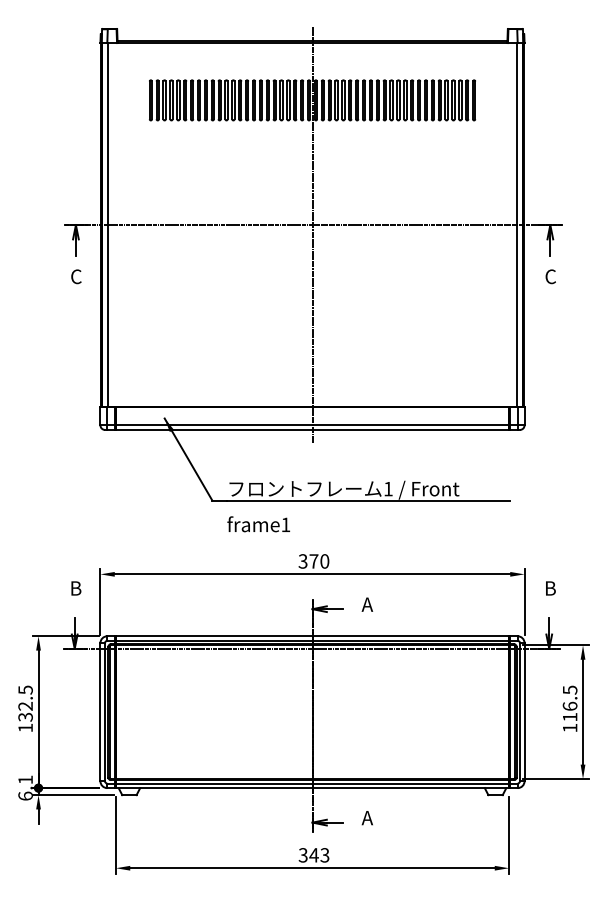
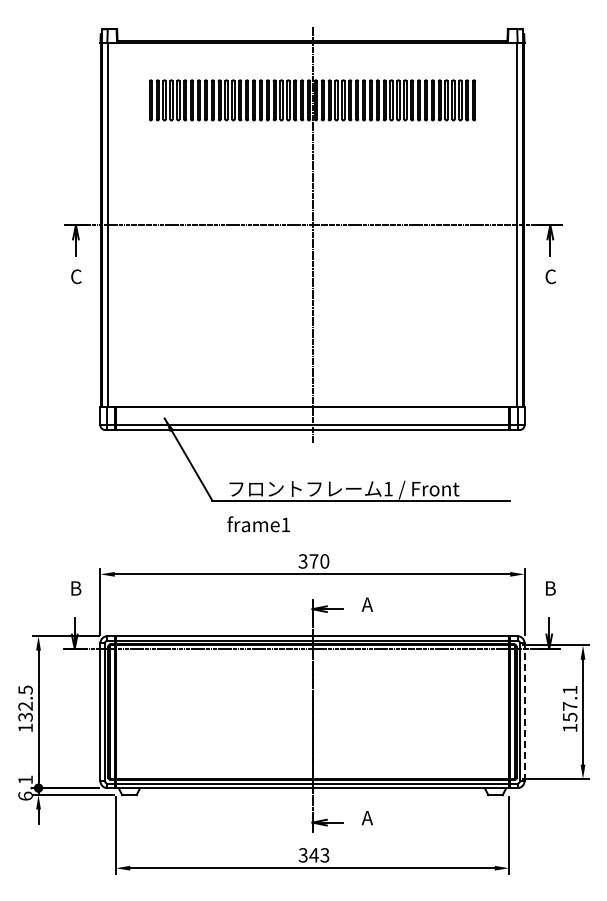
text at (569, 703): 116.5 -> 157.1
line at (524, 711): solid -> dashed
